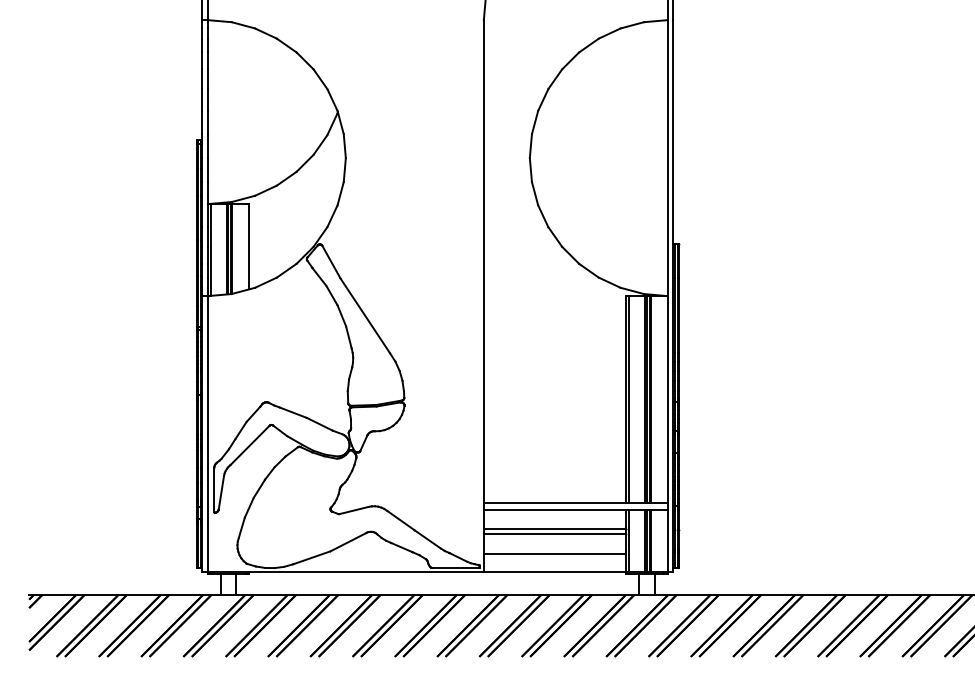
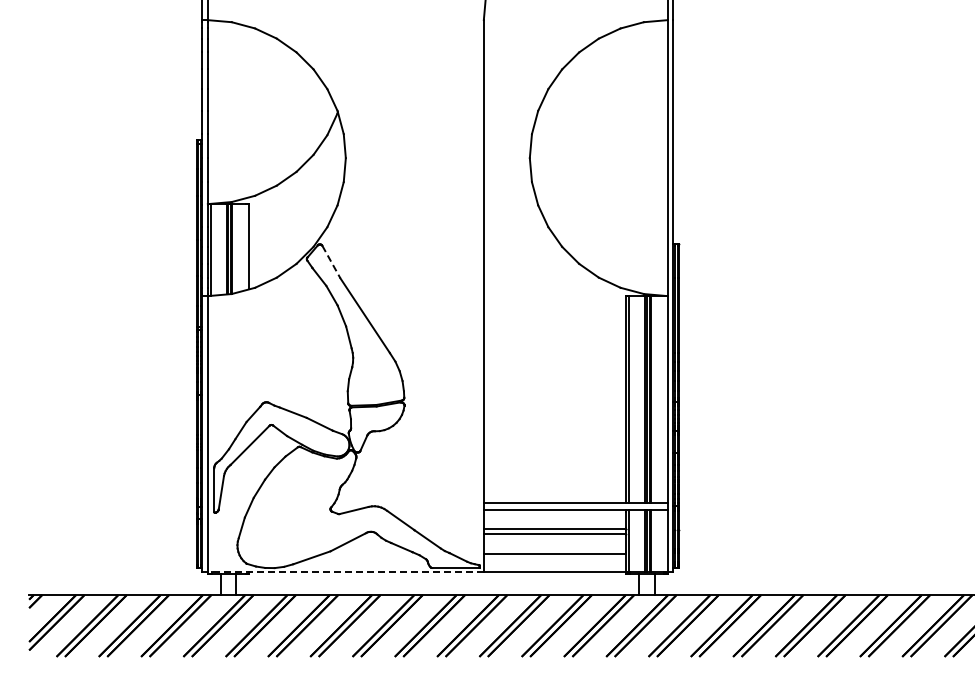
line at (331, 262): solid -> dashed
line at (345, 572): solid -> dashed
